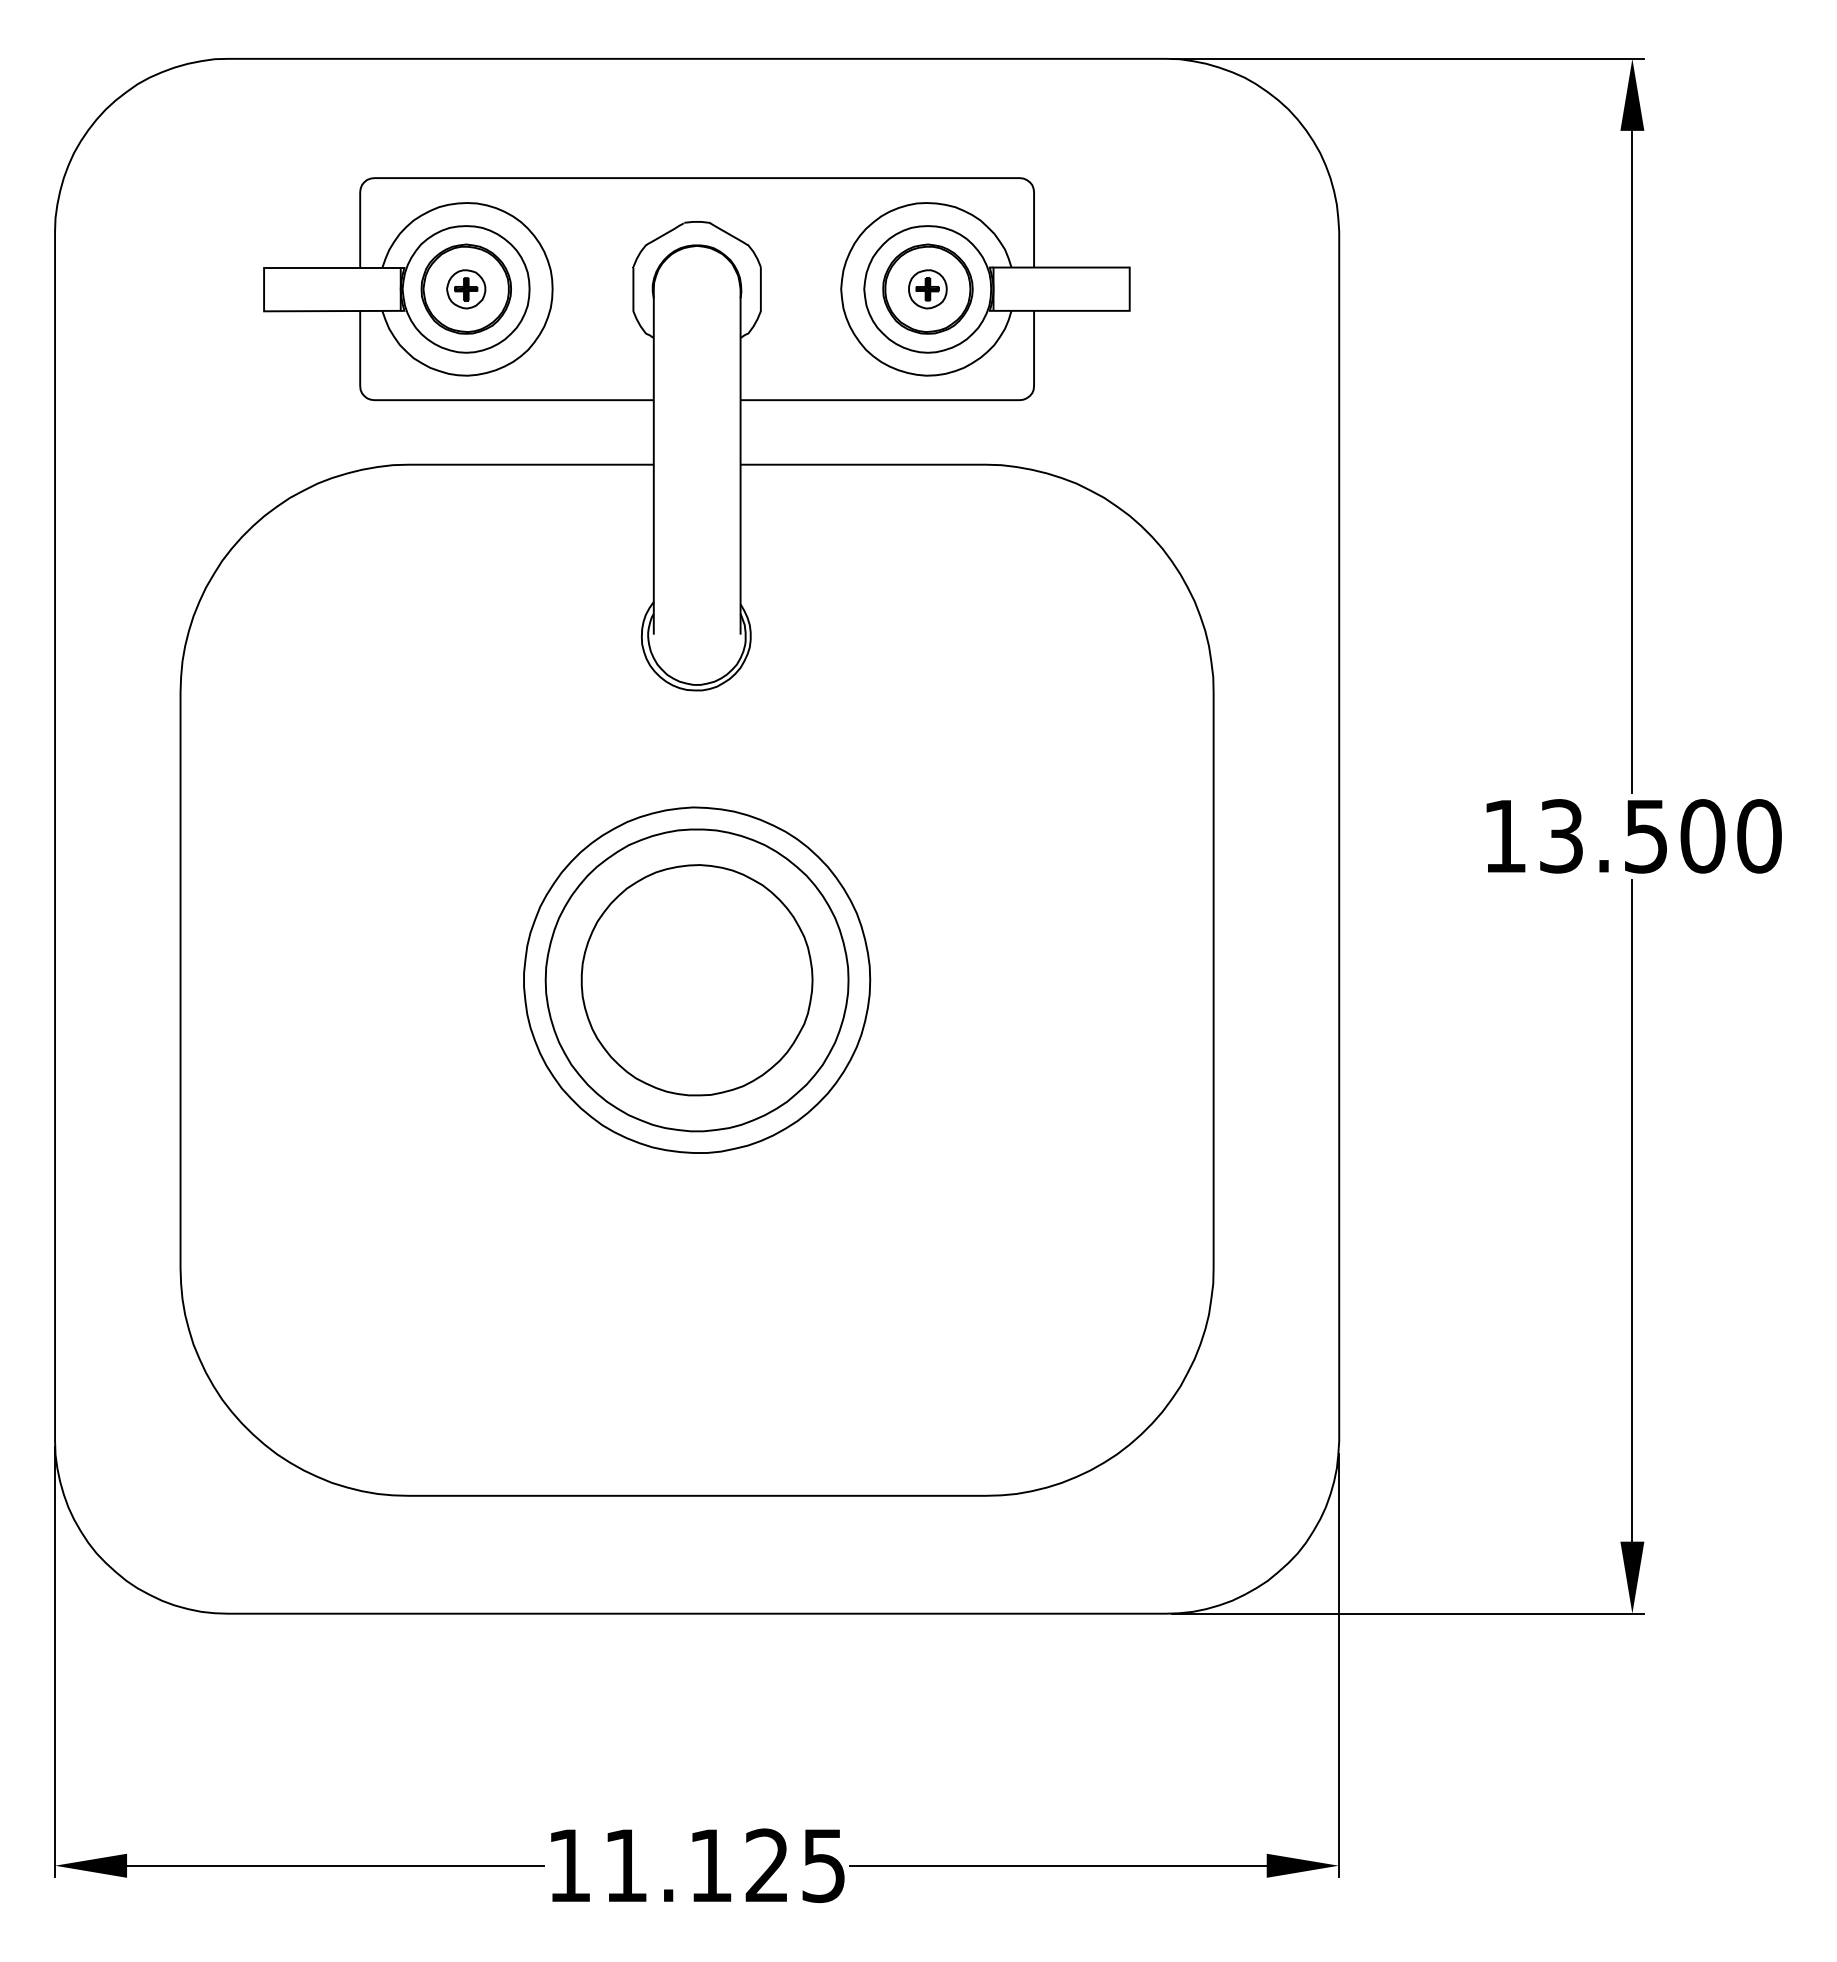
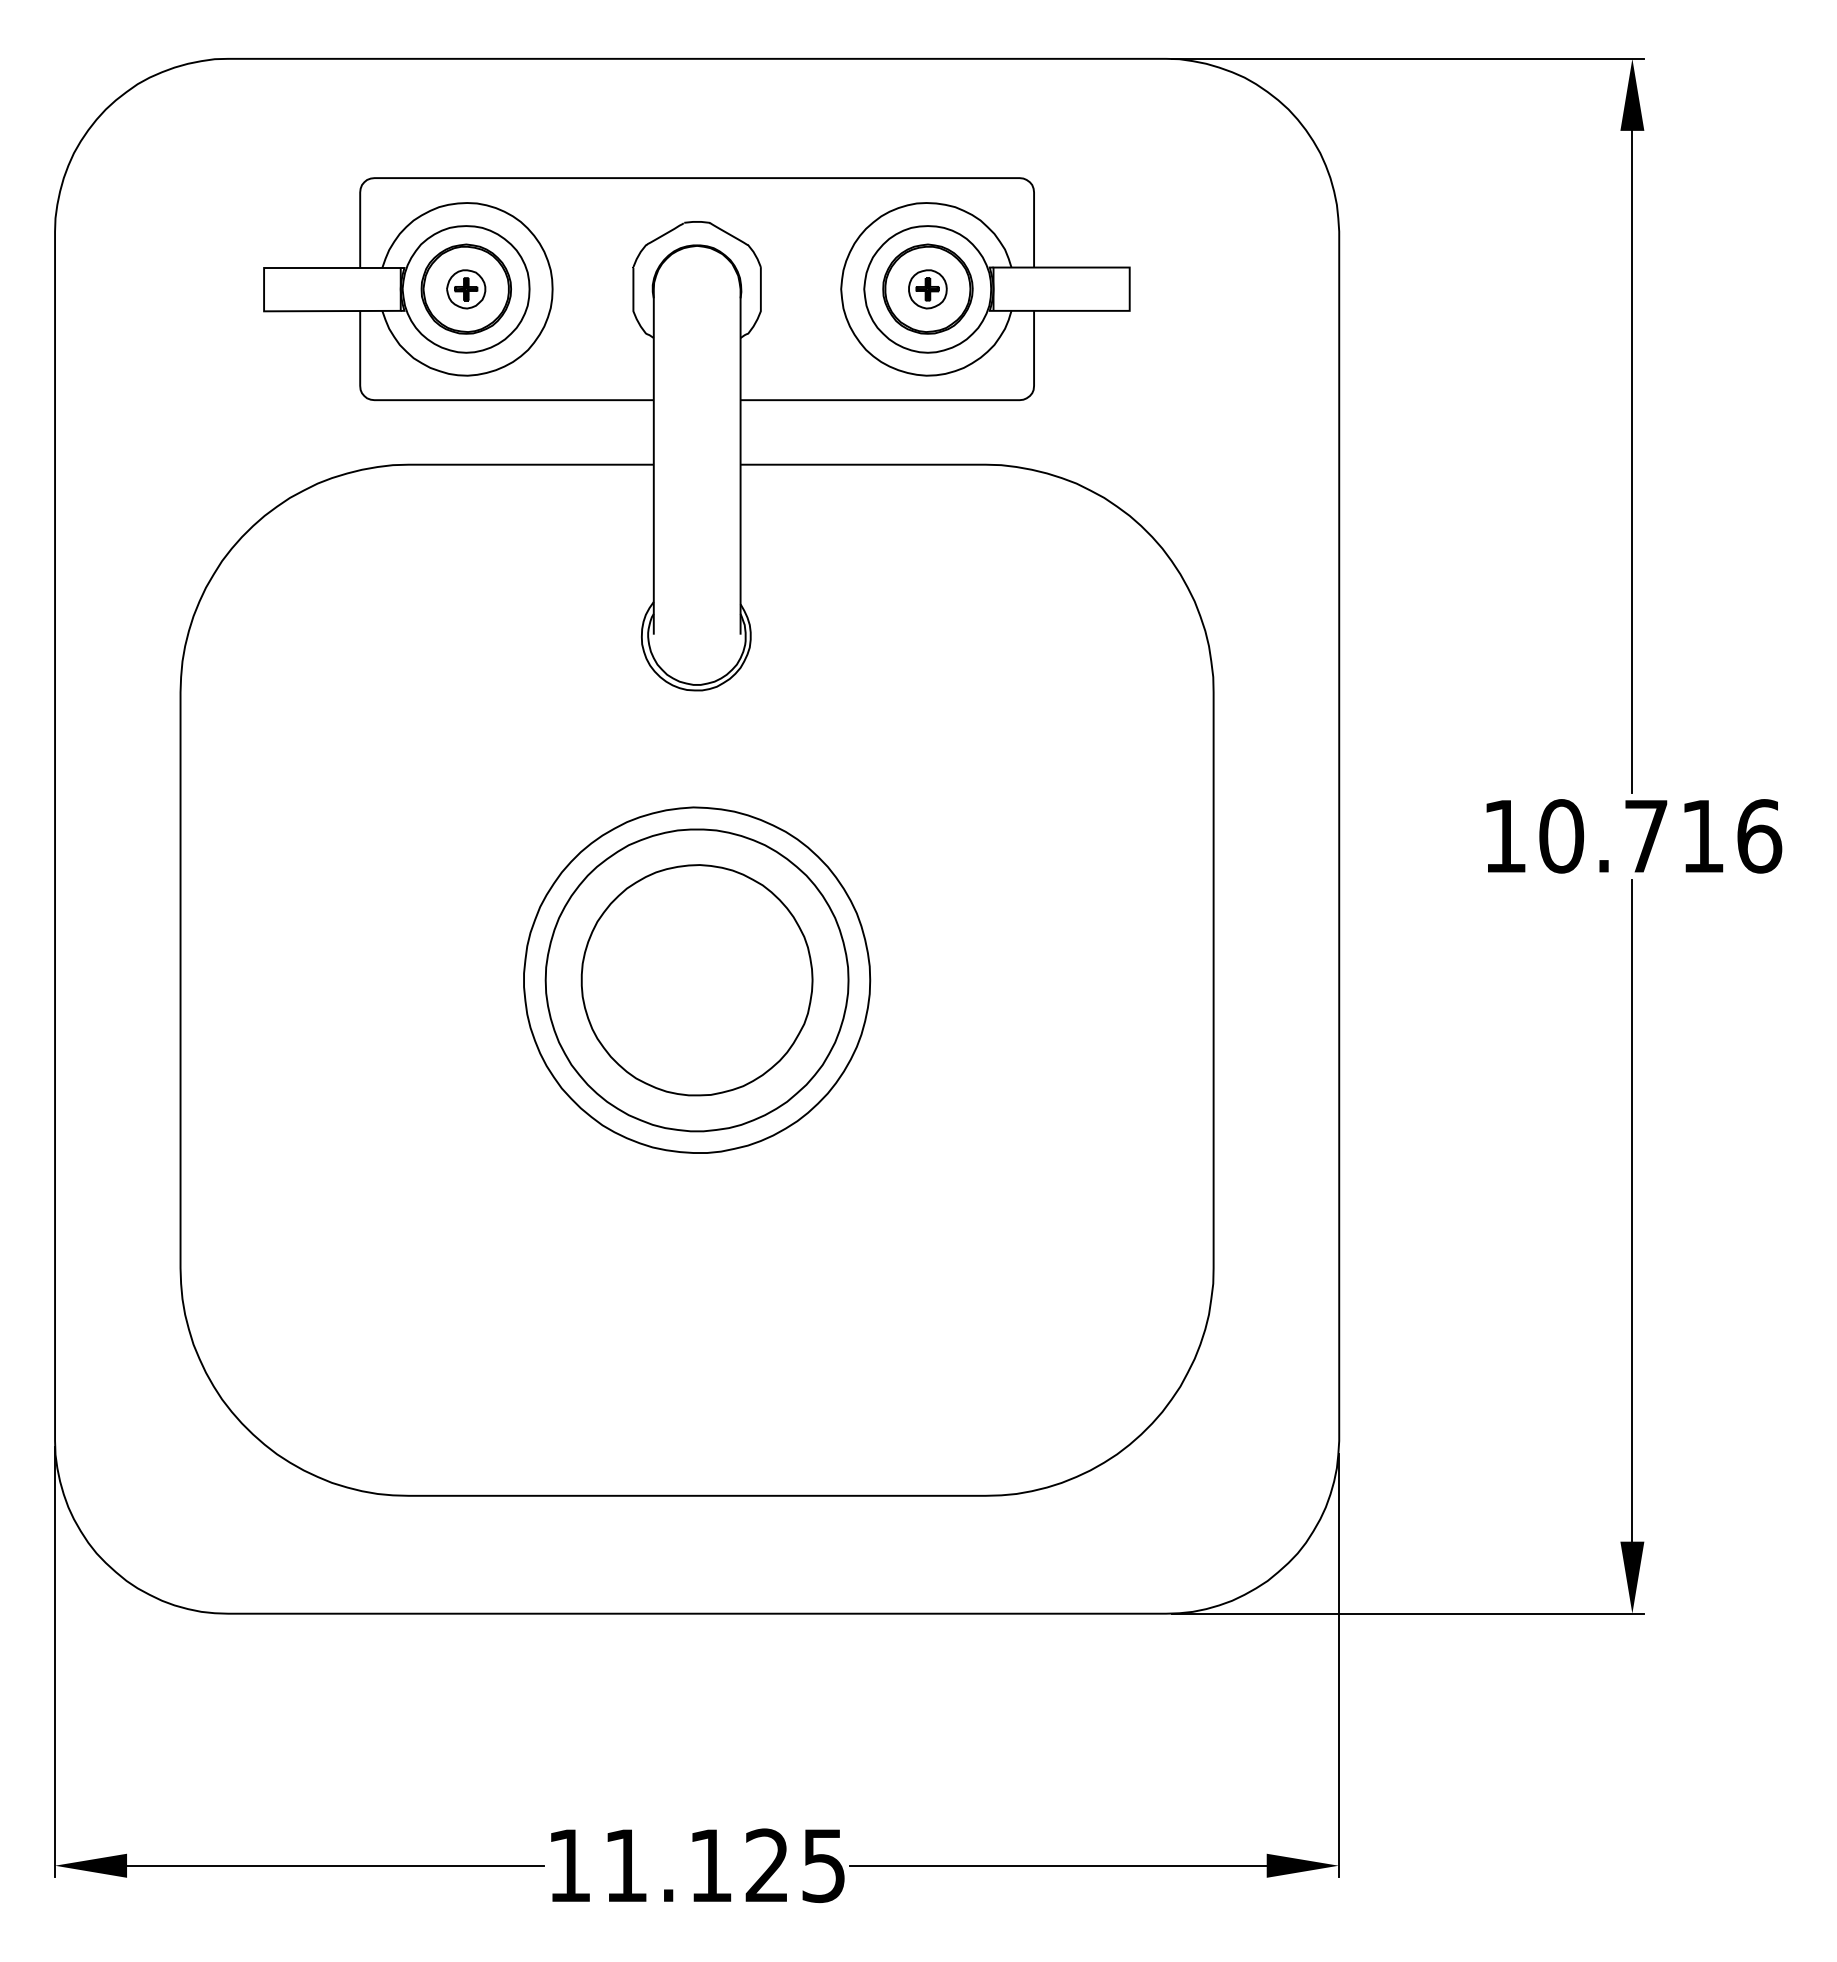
text at (1660, 836): 13.500 -> 10.716
